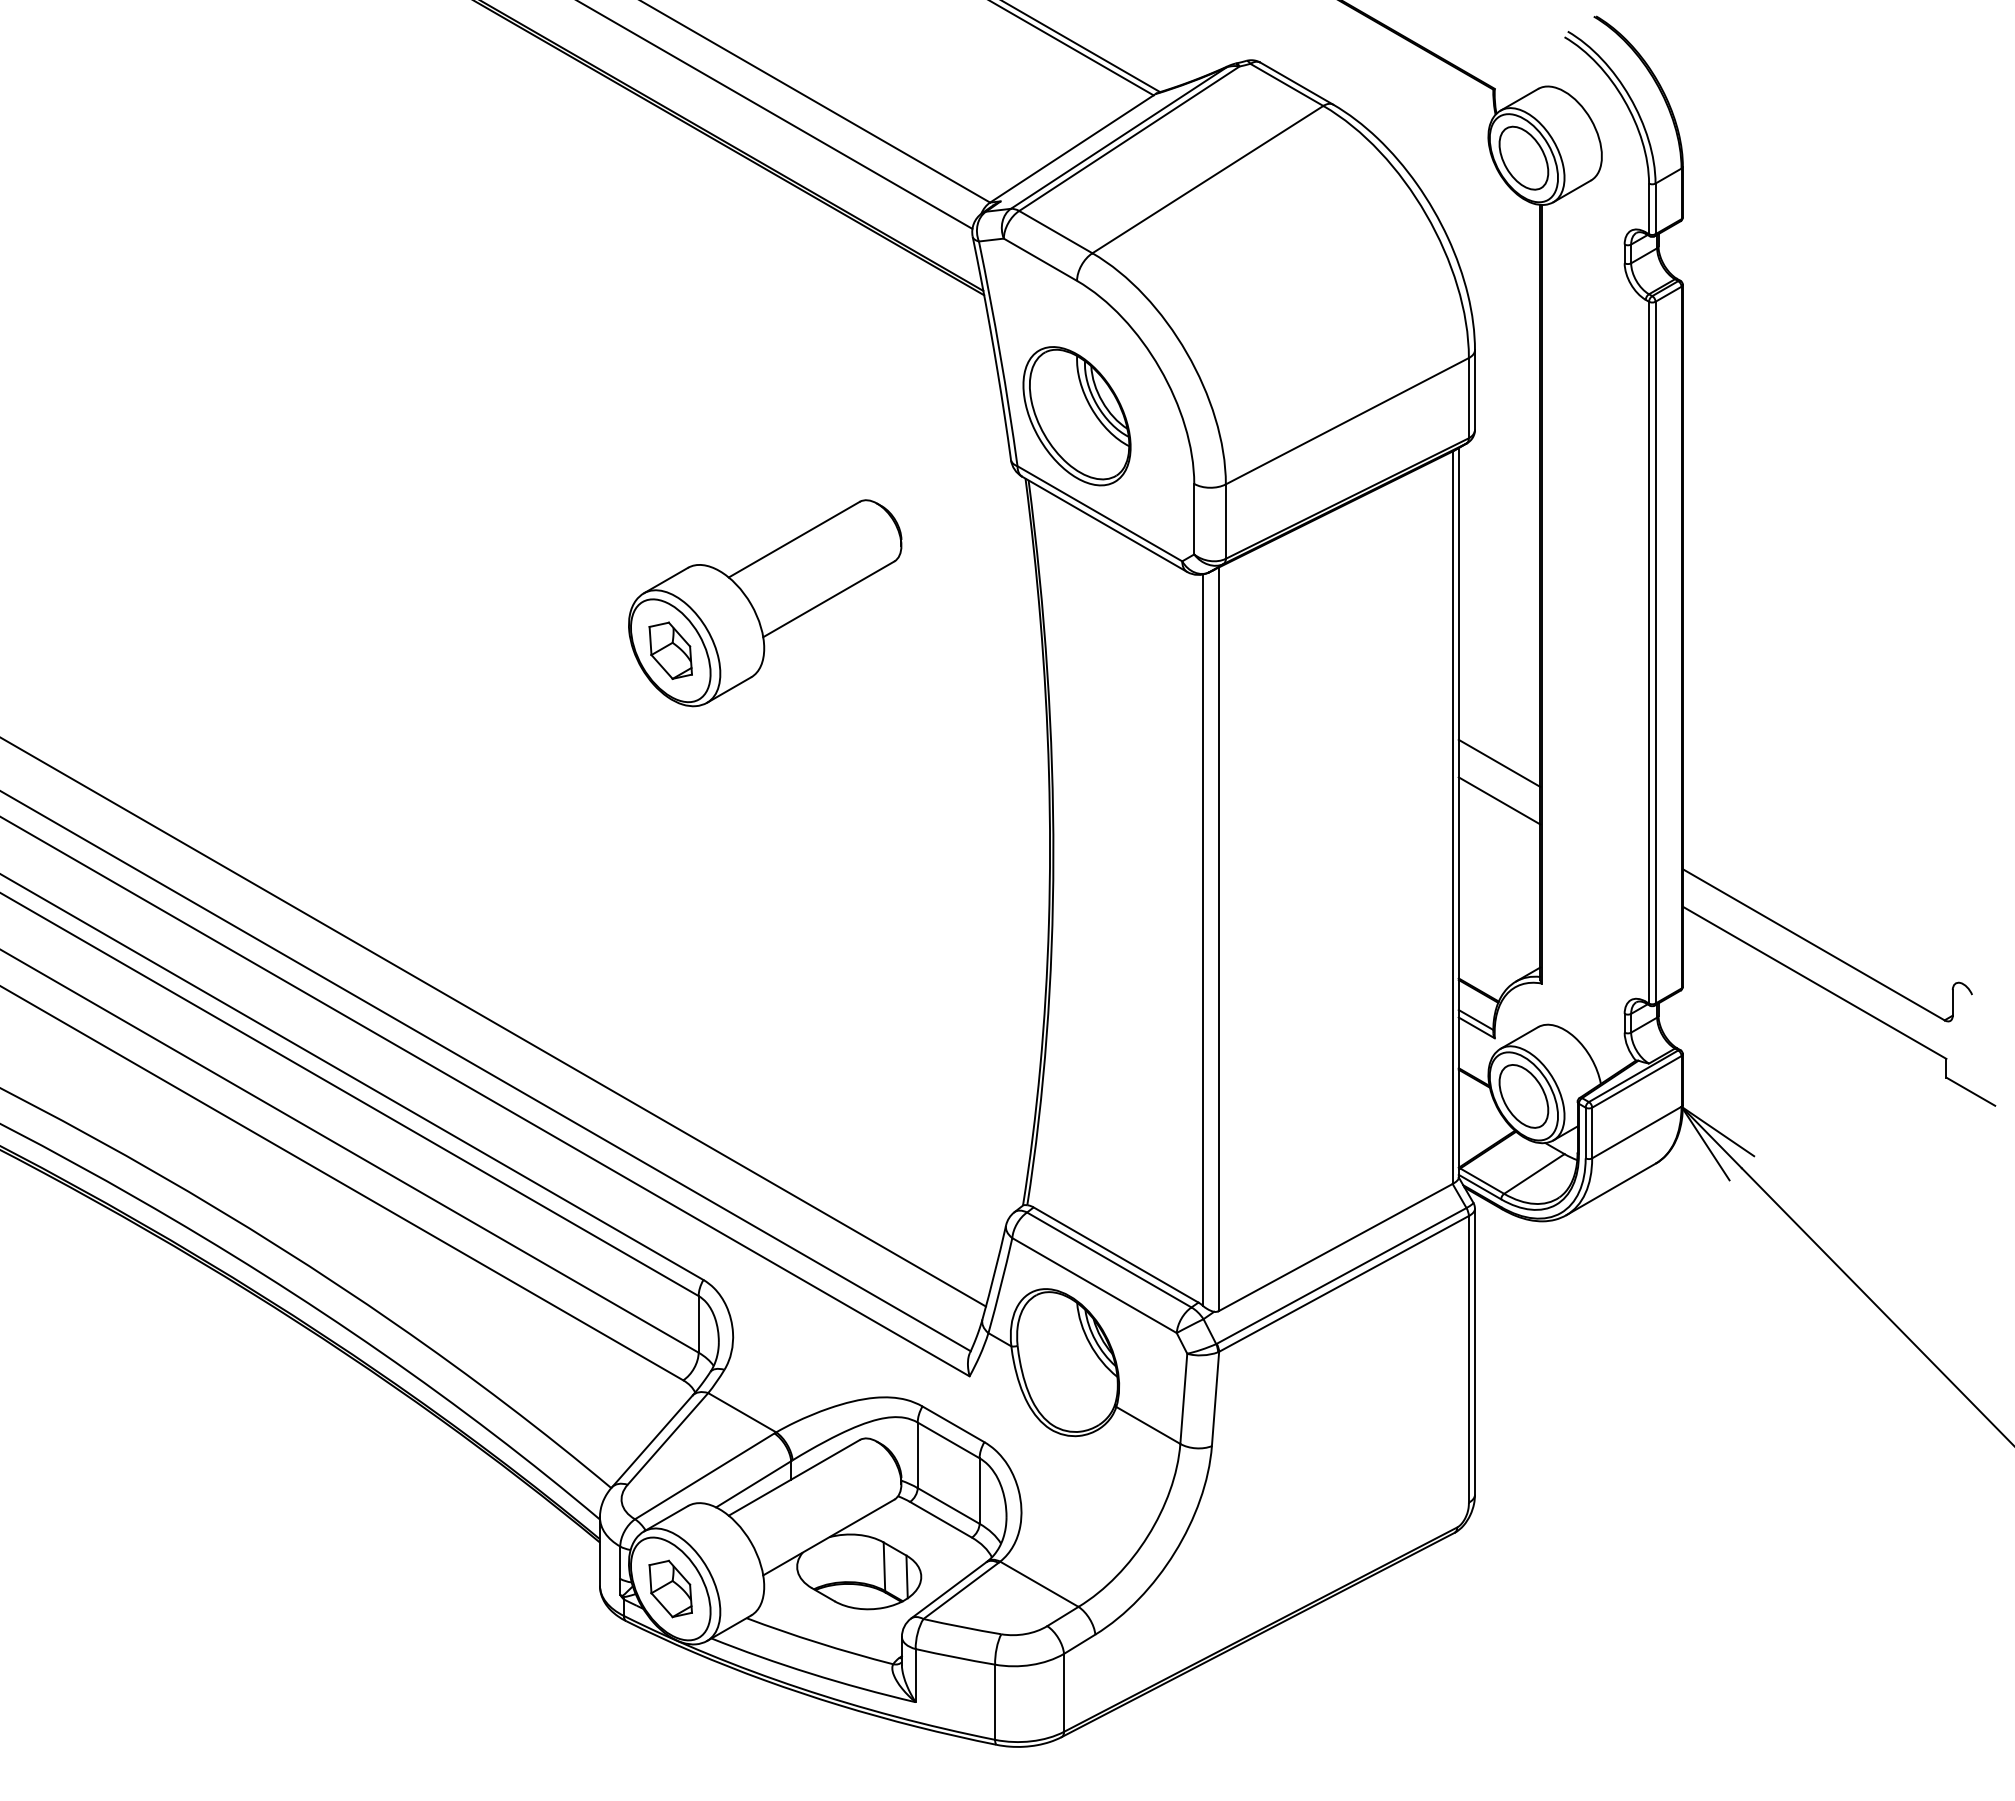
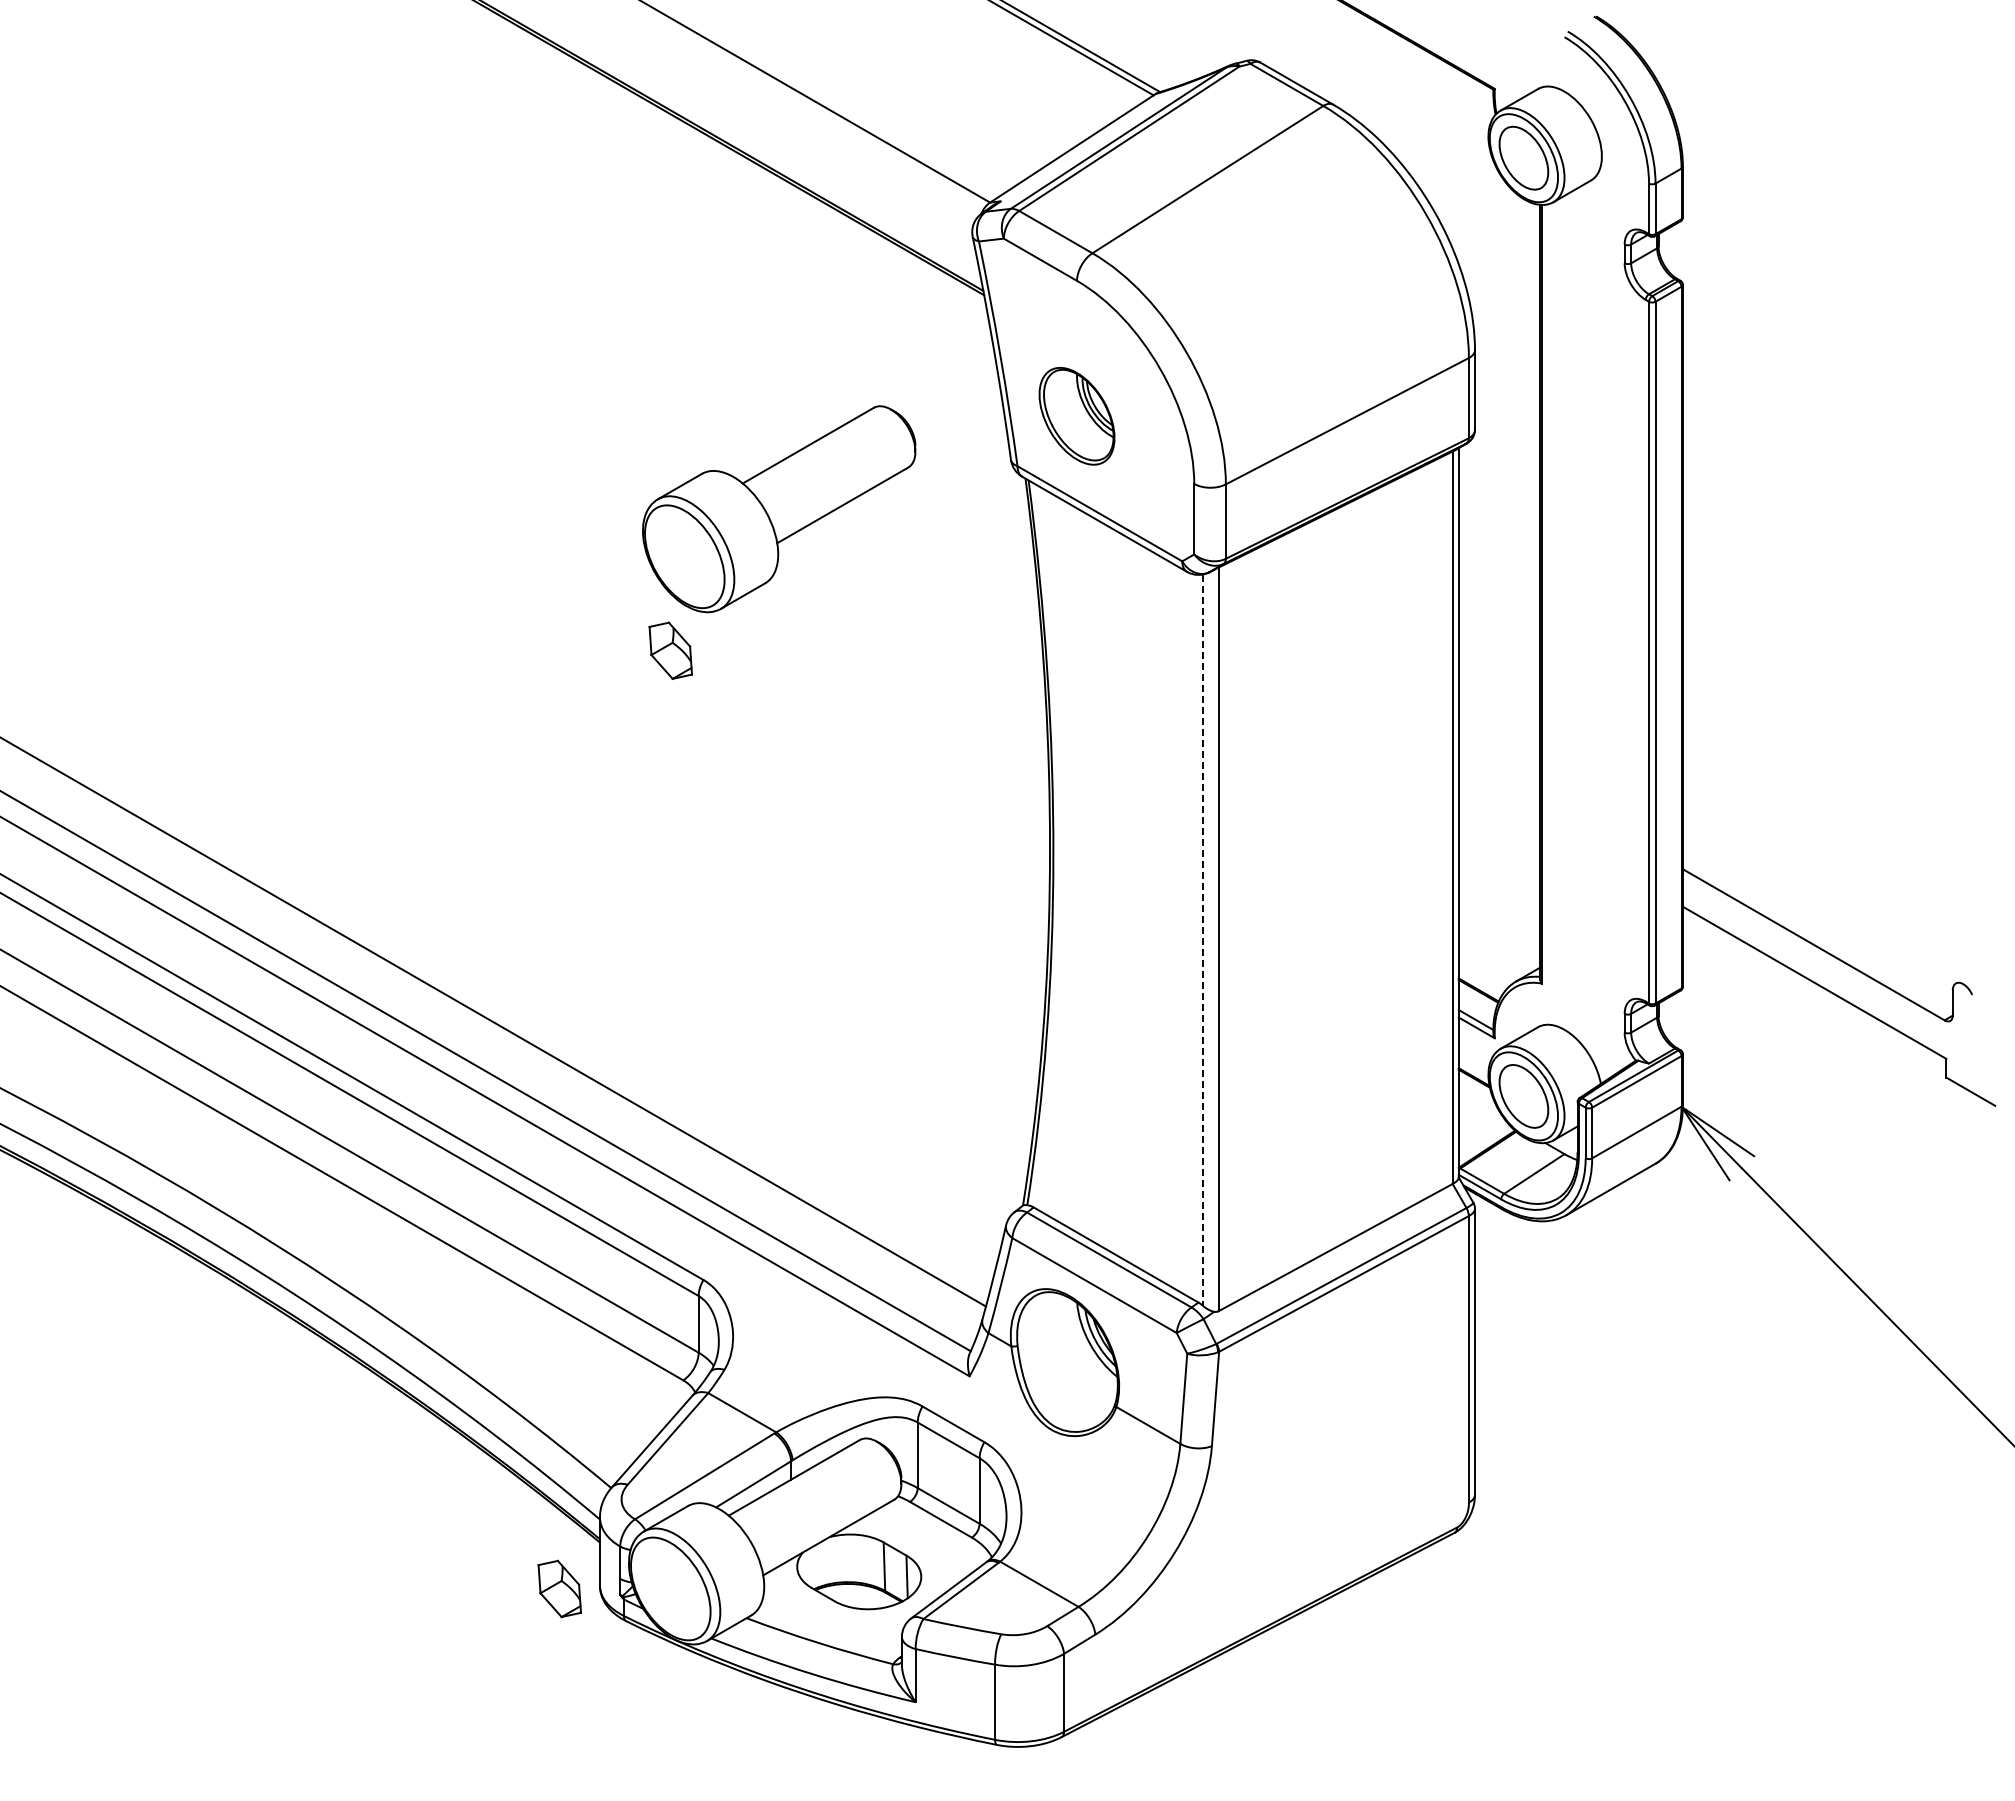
line at (776, 115): present -> none
part at (1076, 416) size: 110x141 px -> 78x99 px
part at (765, 603) position: (765, 603) -> (779, 509)
line at (1499, 762): present -> none
line at (1499, 800): present -> none
line at (1202, 940): solid -> dashed
part at (670, 1588) position: (670, 1588) -> (559, 1588)
